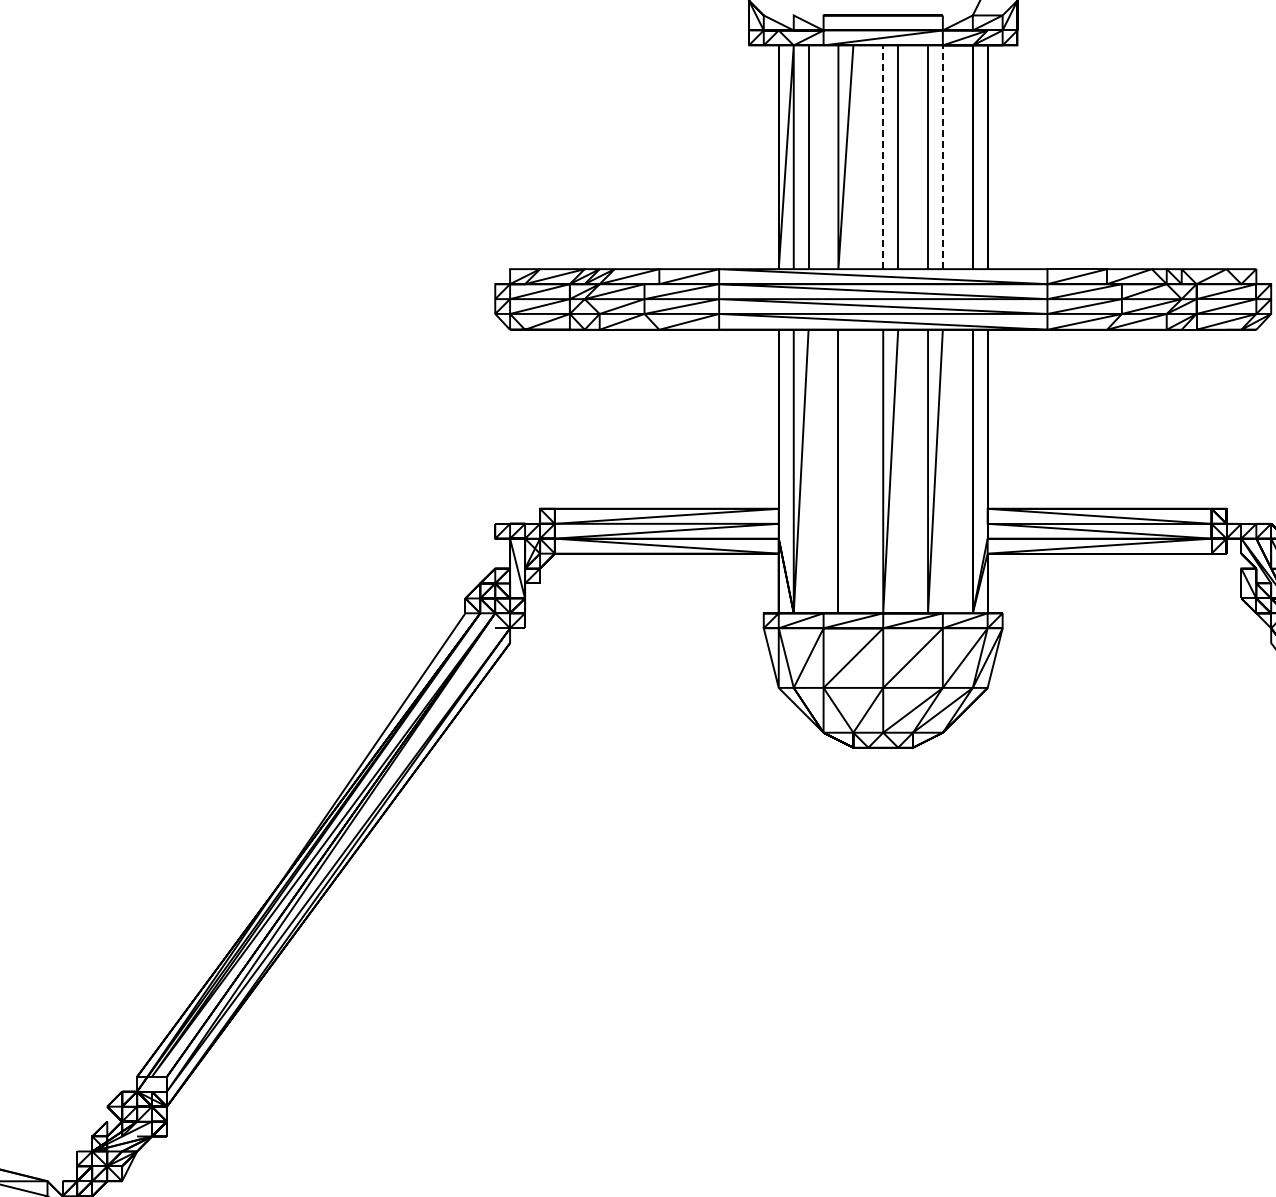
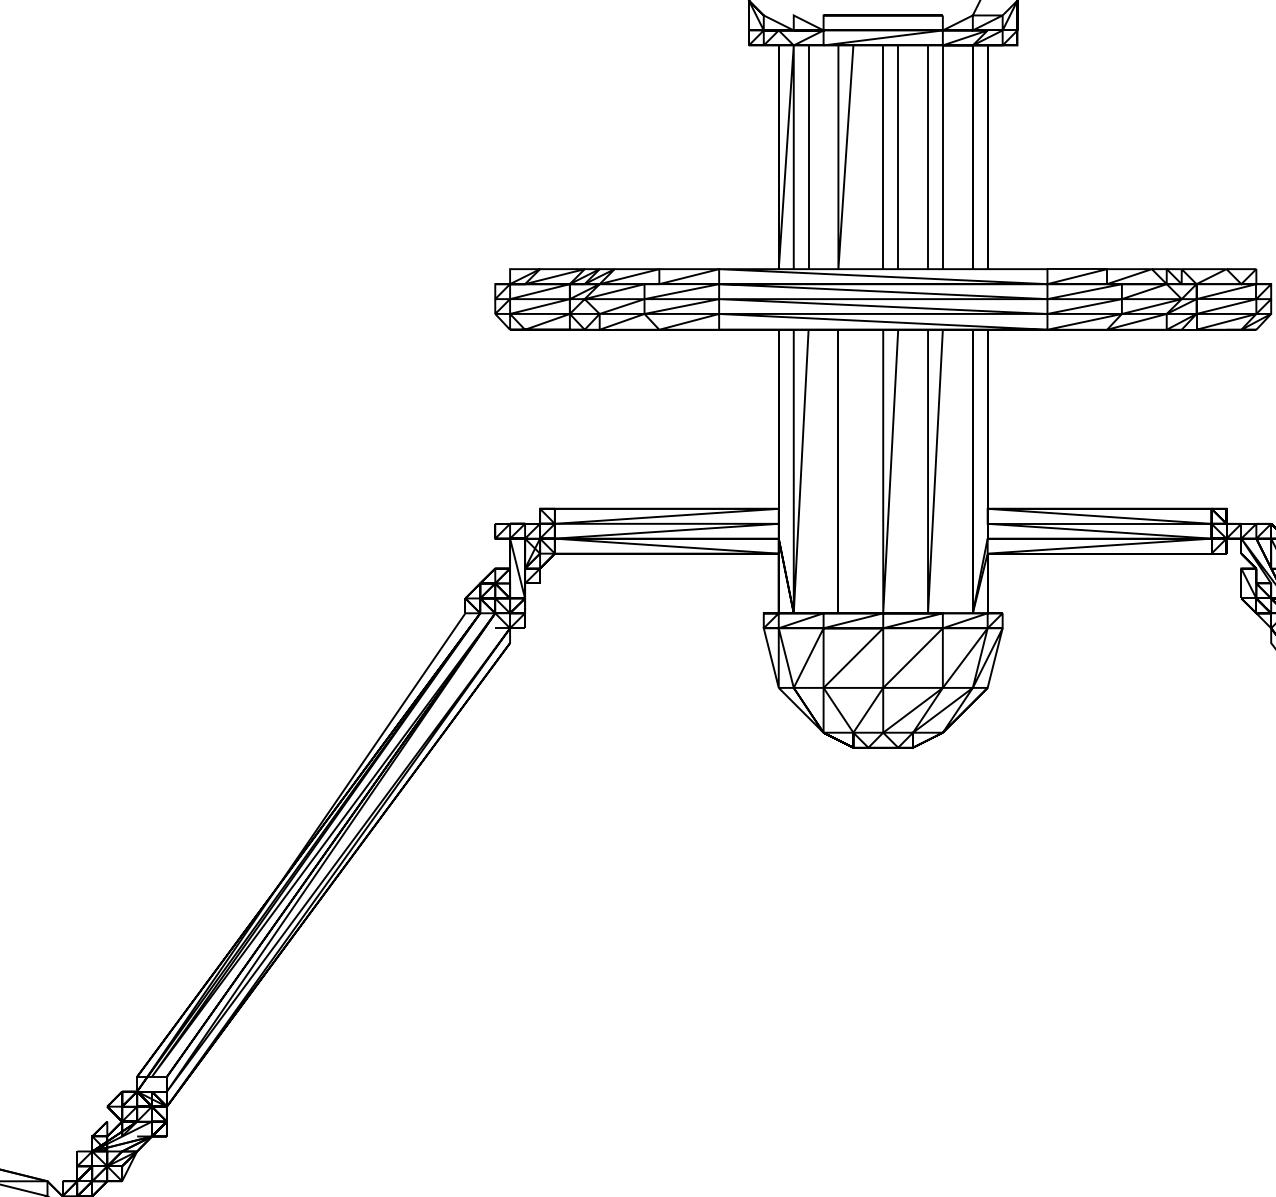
line at (883, 157): dashed -> solid
line at (942, 157): dashed -> solid
